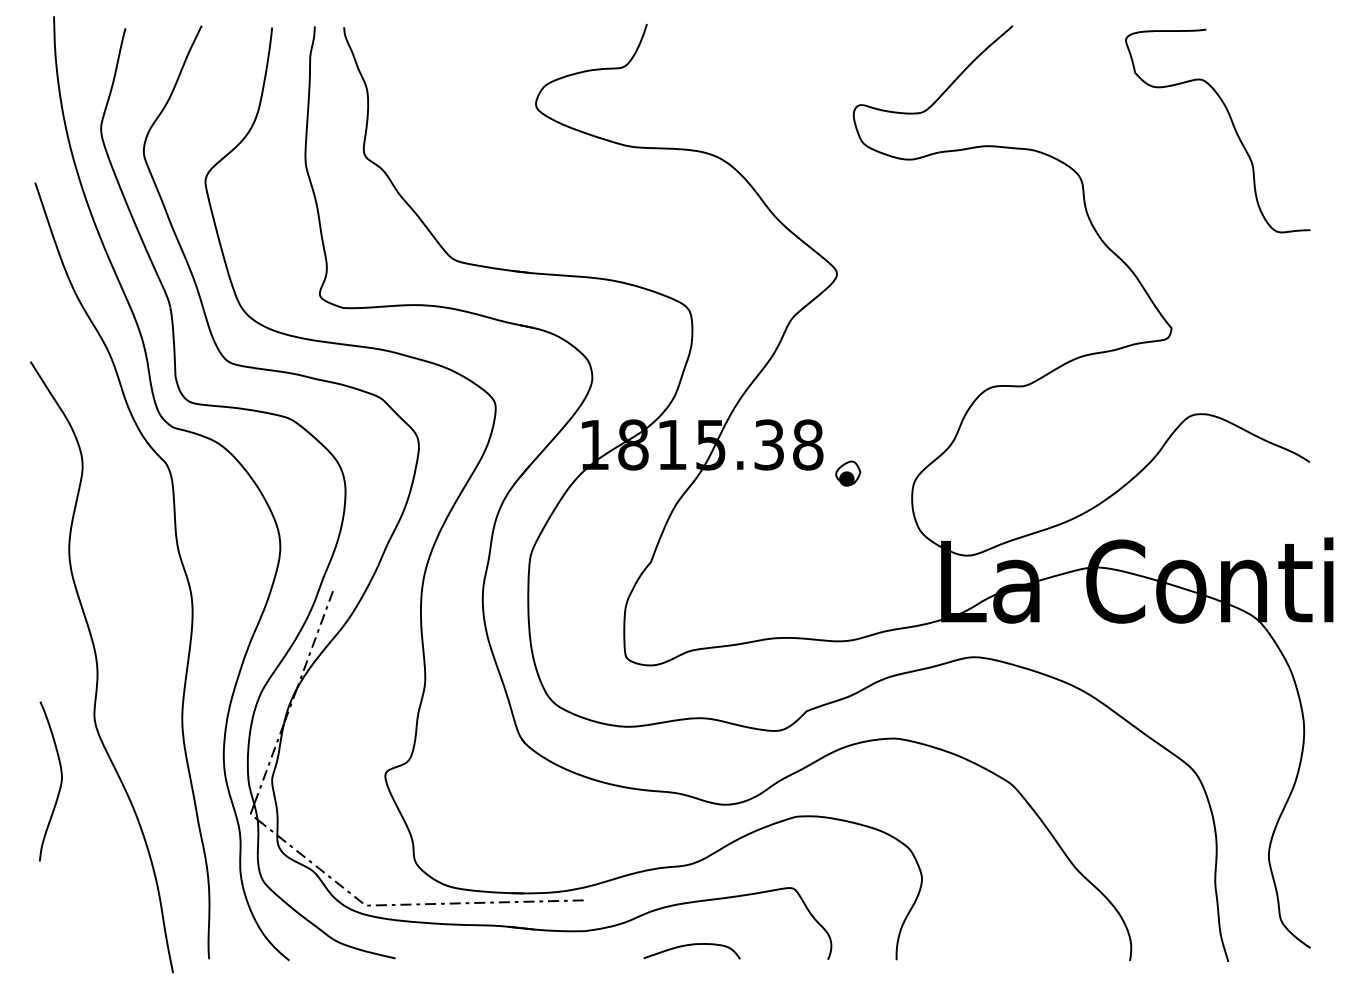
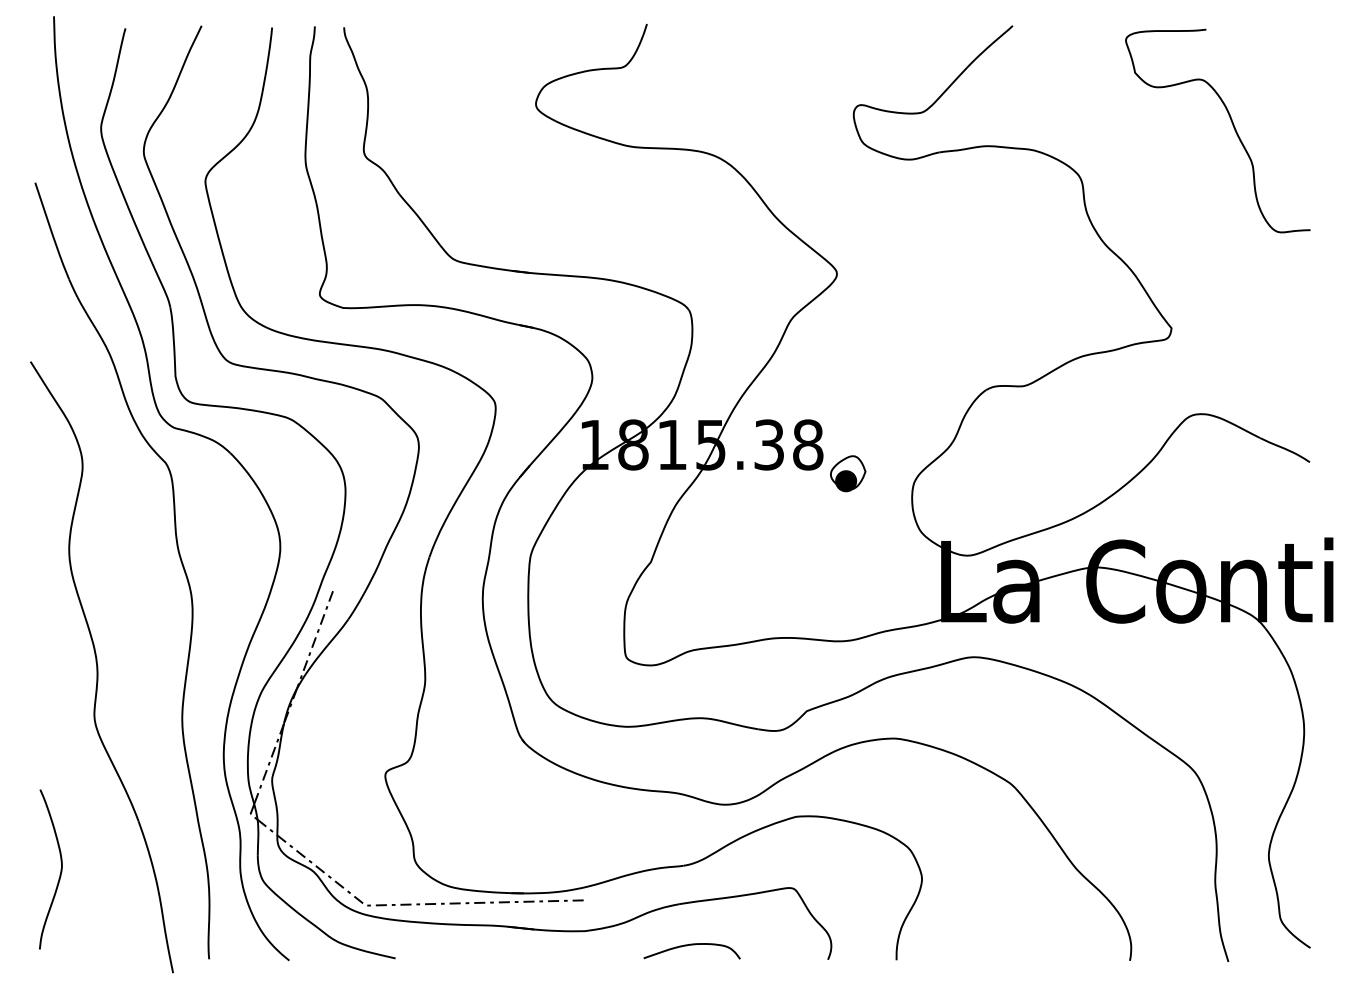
part at (848, 473) size: 27x27 px -> 37x38 px
curve at (60, 781) position: (60, 781) -> (60, 869)
